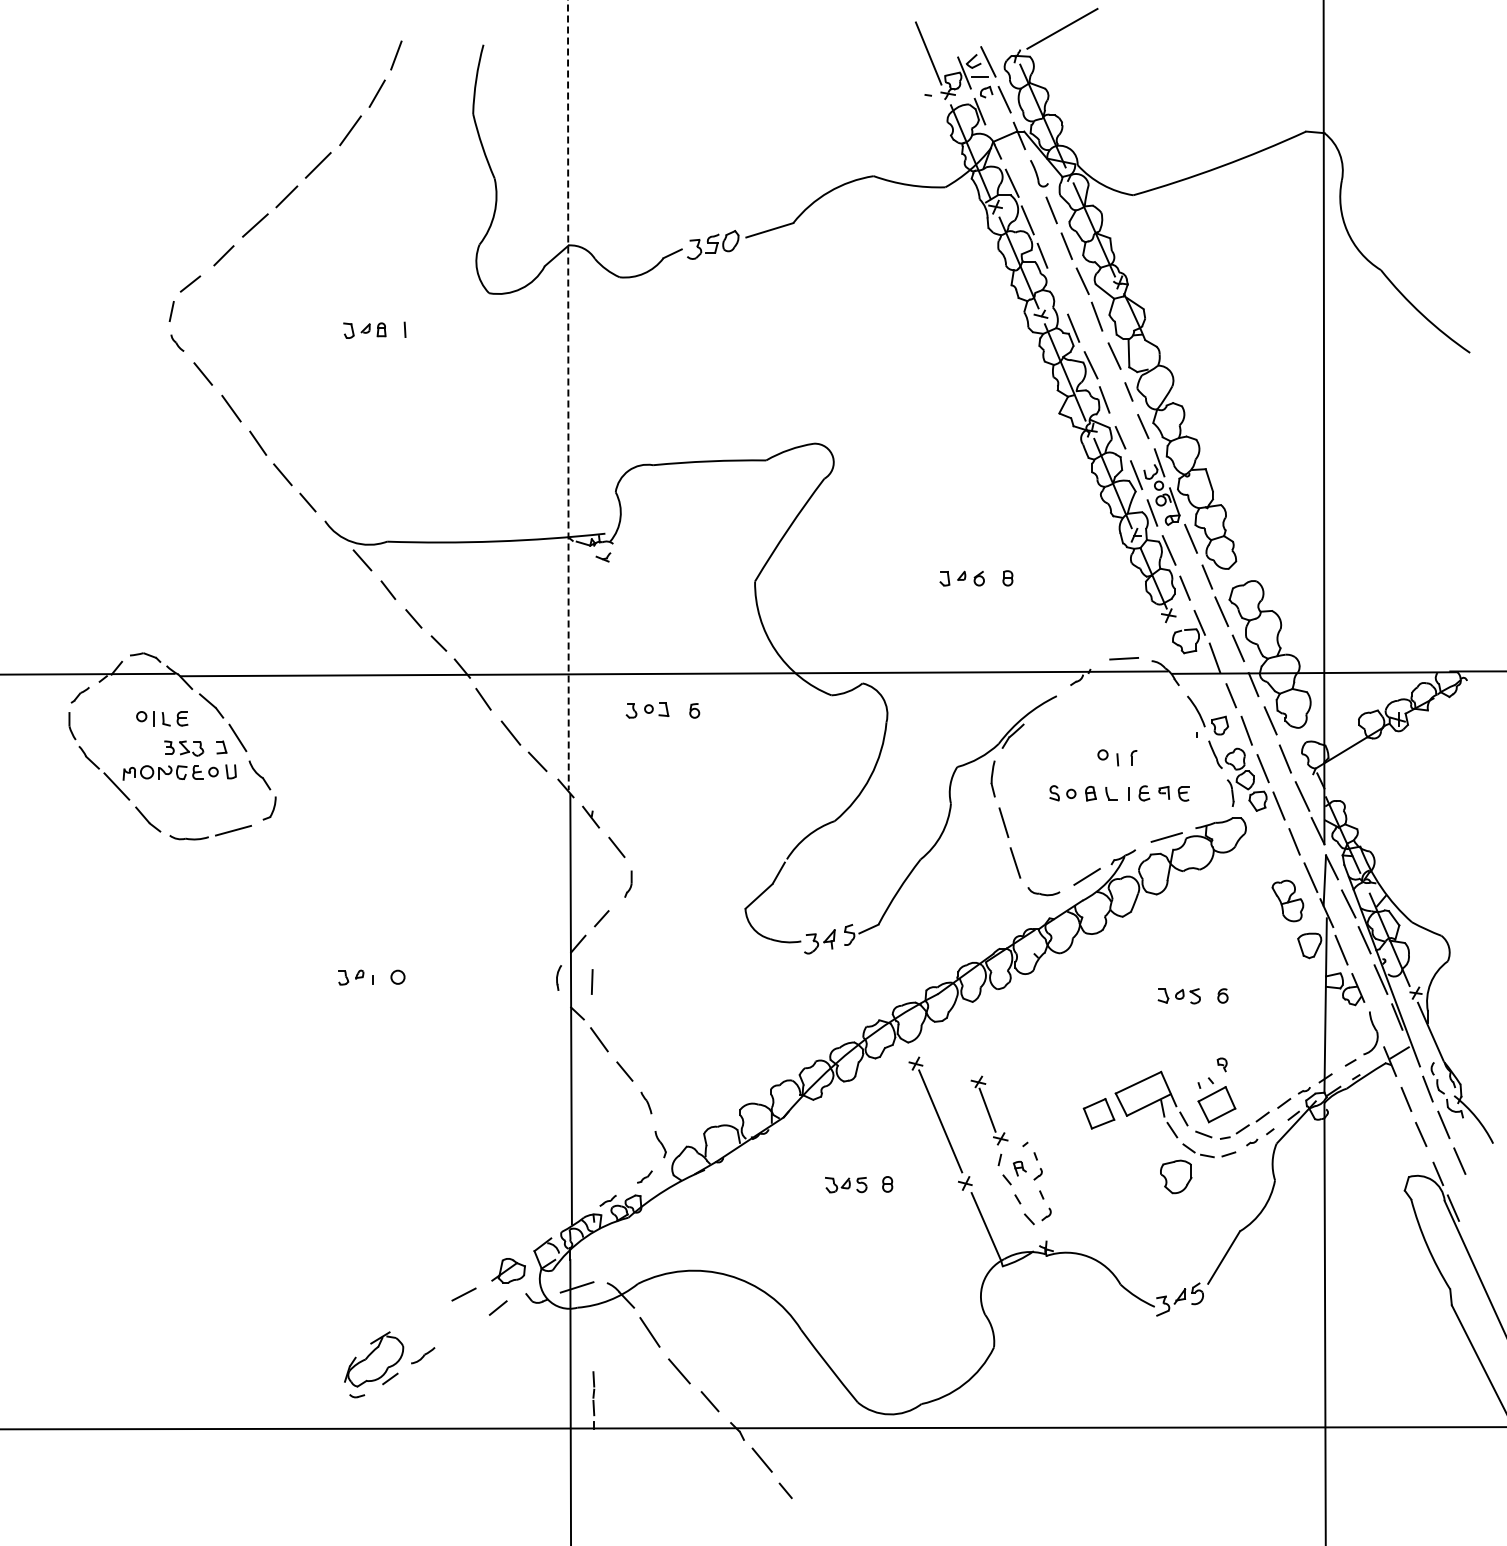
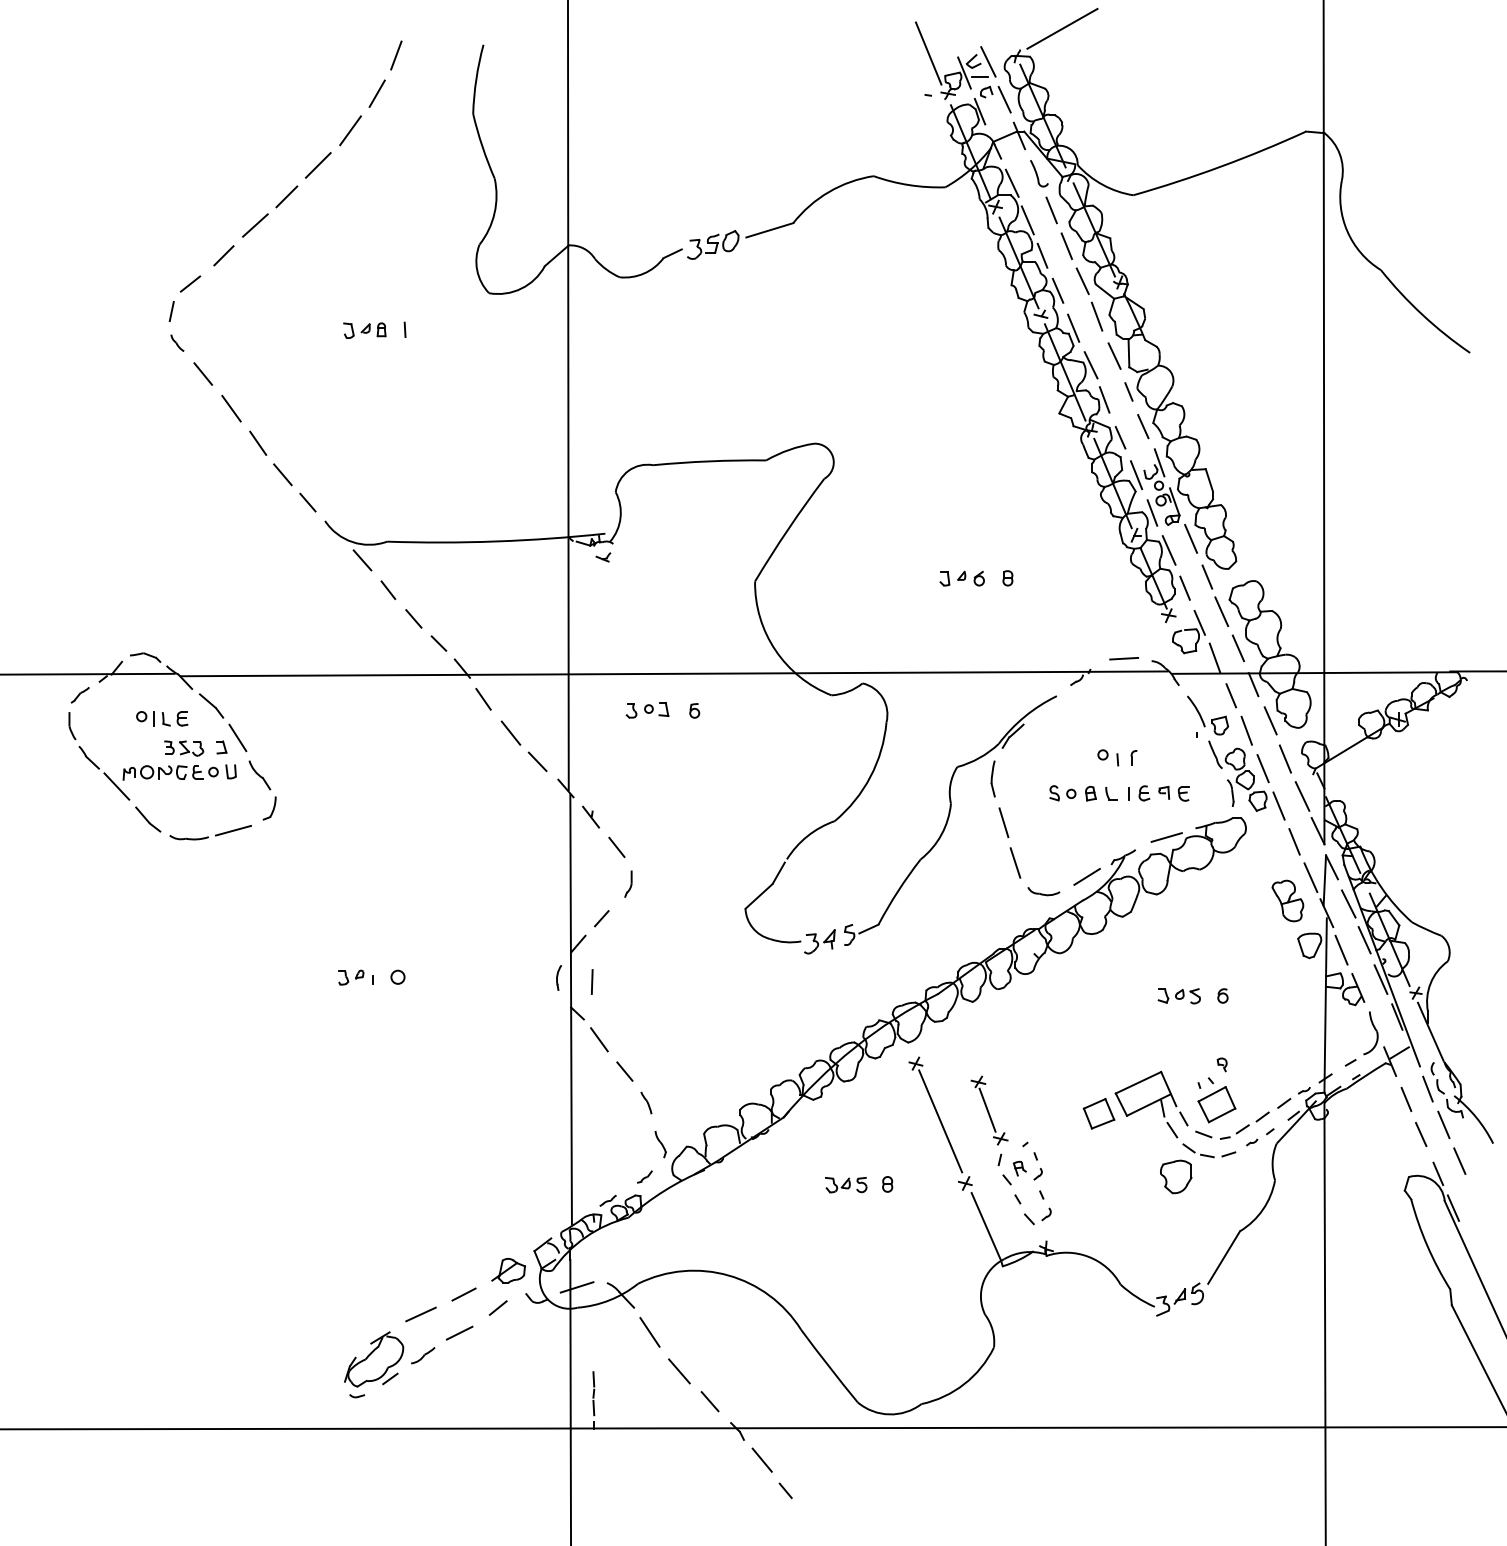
line at (1057, 290): none -> present
line at (568, 395): dashed -> solid
line at (420, 1314): none -> present
line at (459, 1332): none -> present
